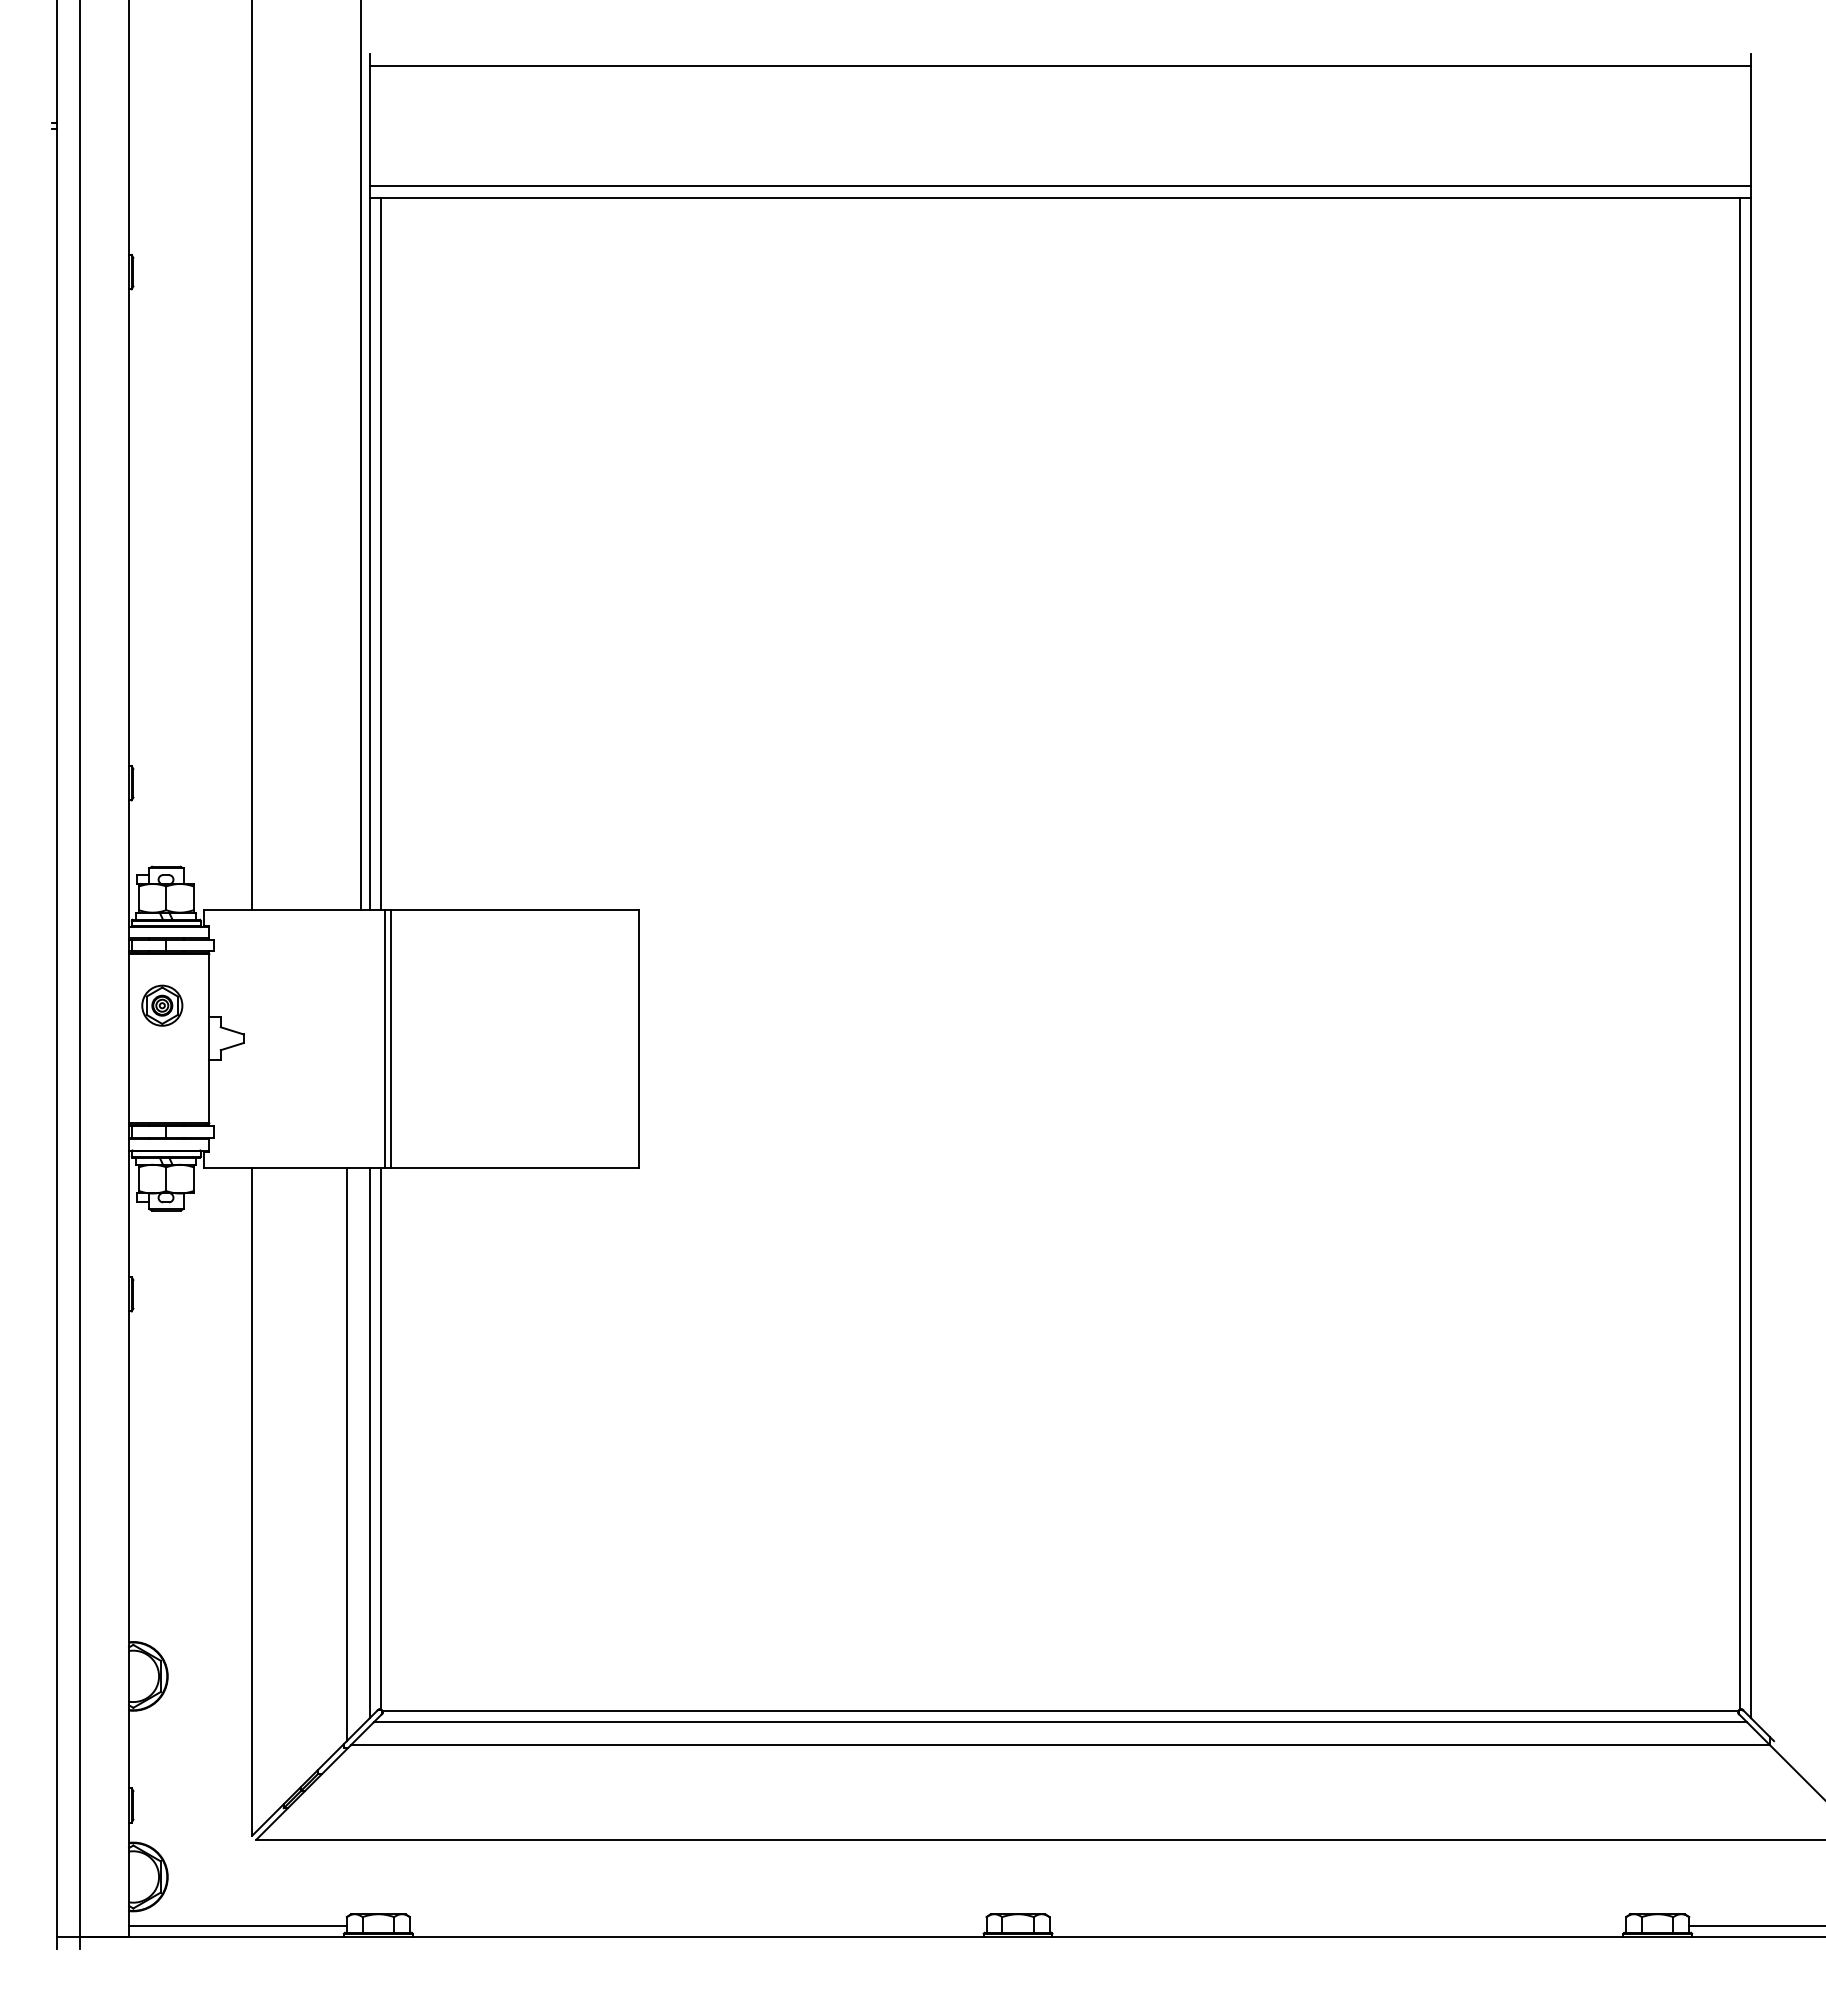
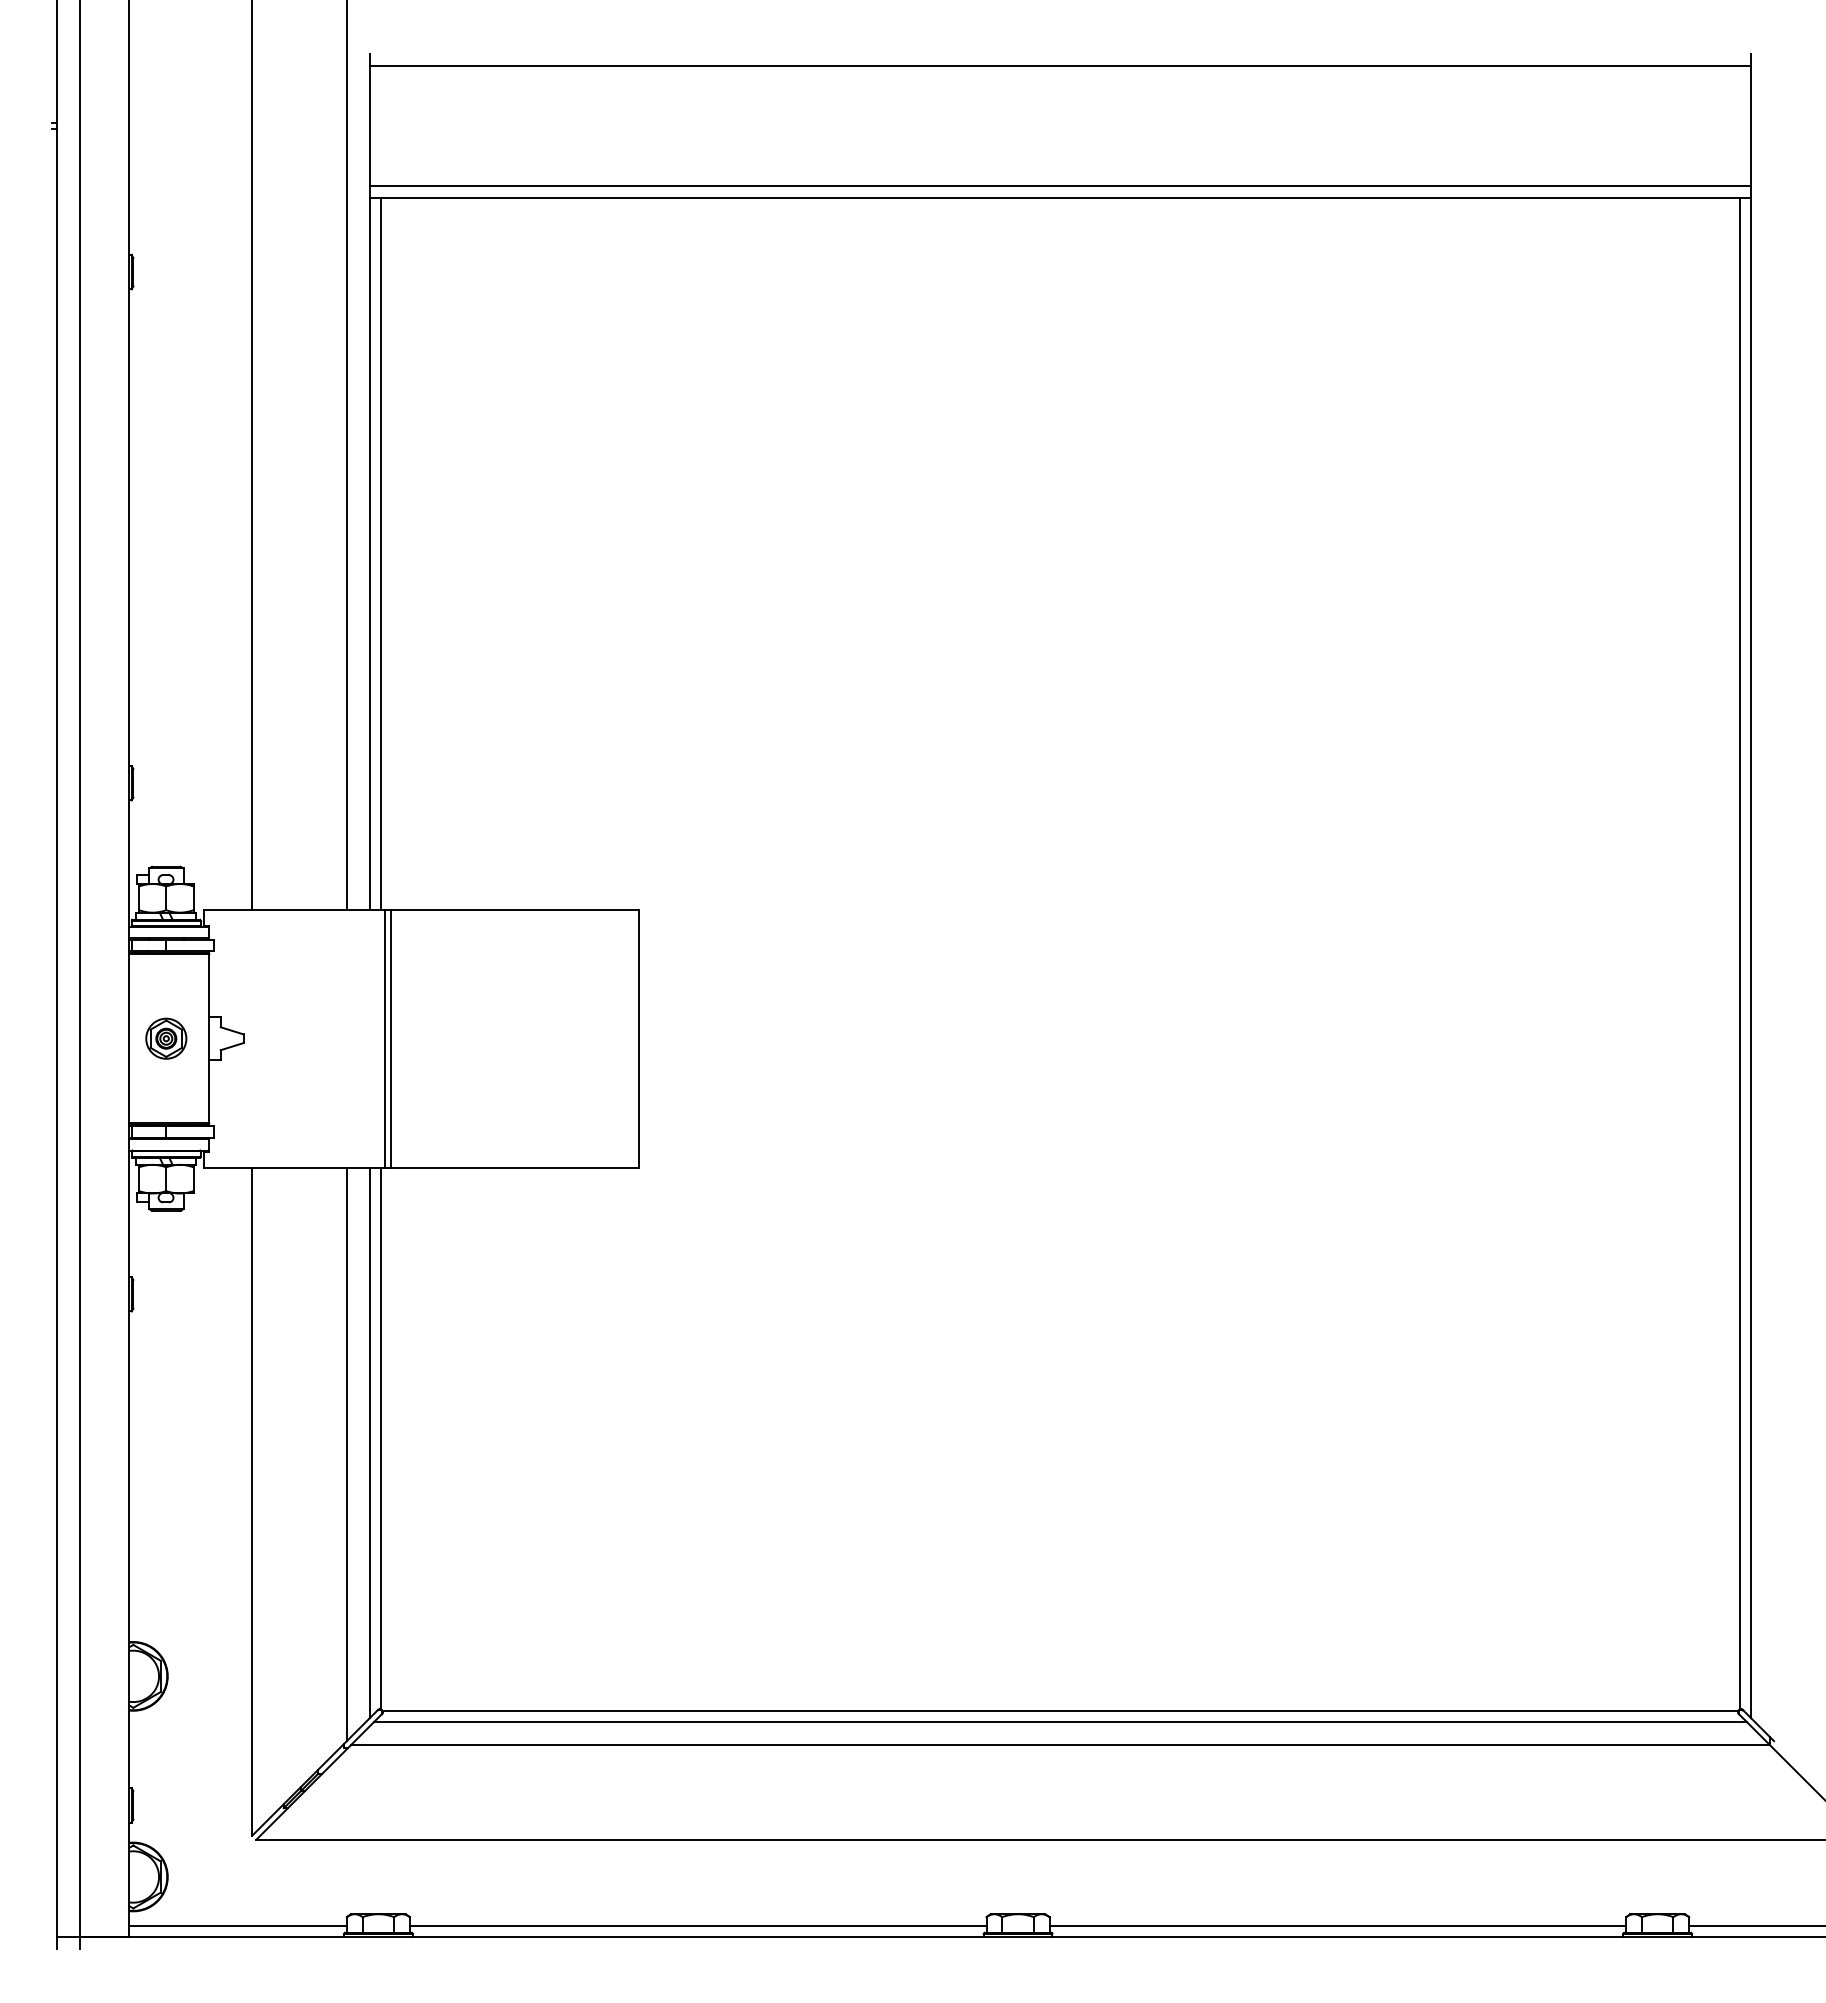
line at (360, 455) position: (360, 455) -> (346, 455)
part at (162, 1005) position: (162, 1005) -> (166, 1038)
line at (697, 1925): none -> present
line at (1337, 1925): none -> present
